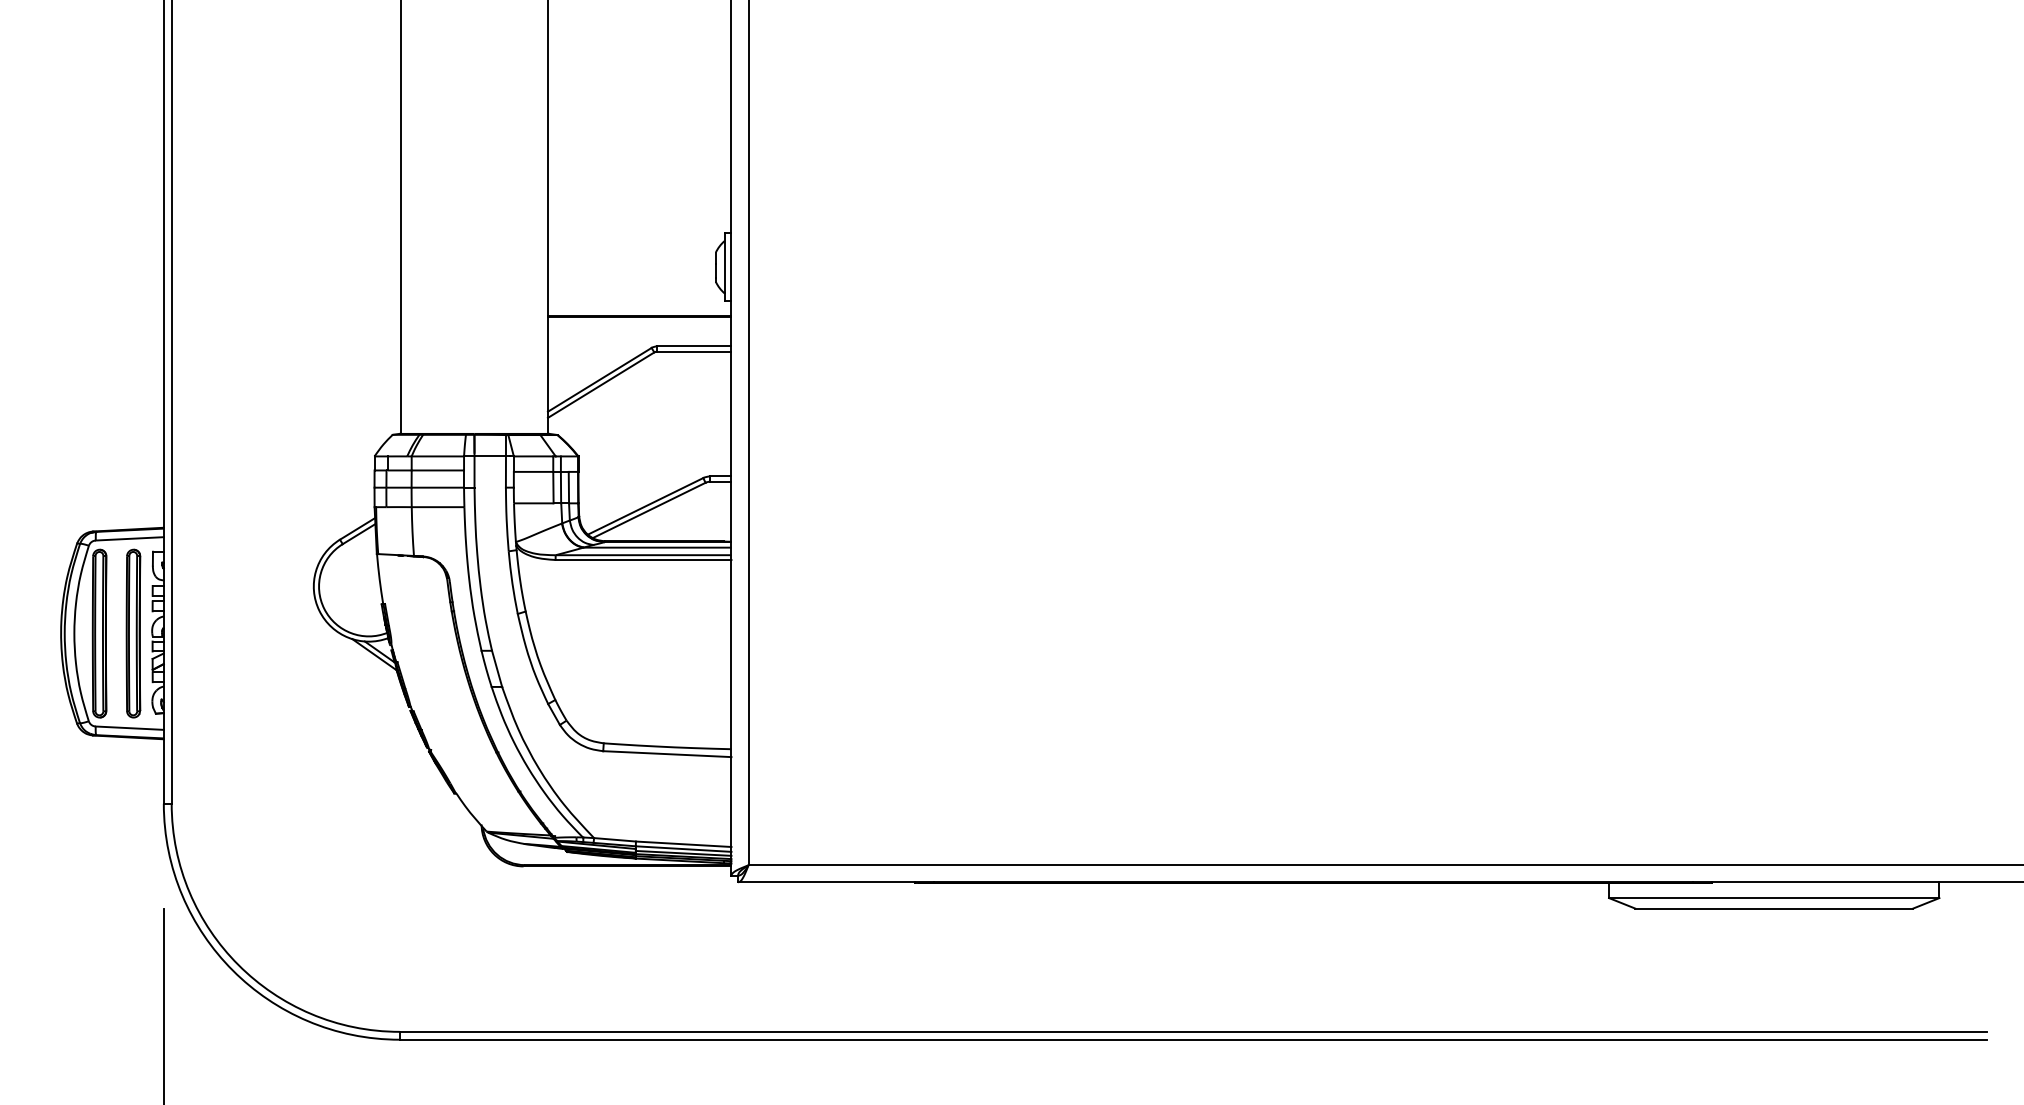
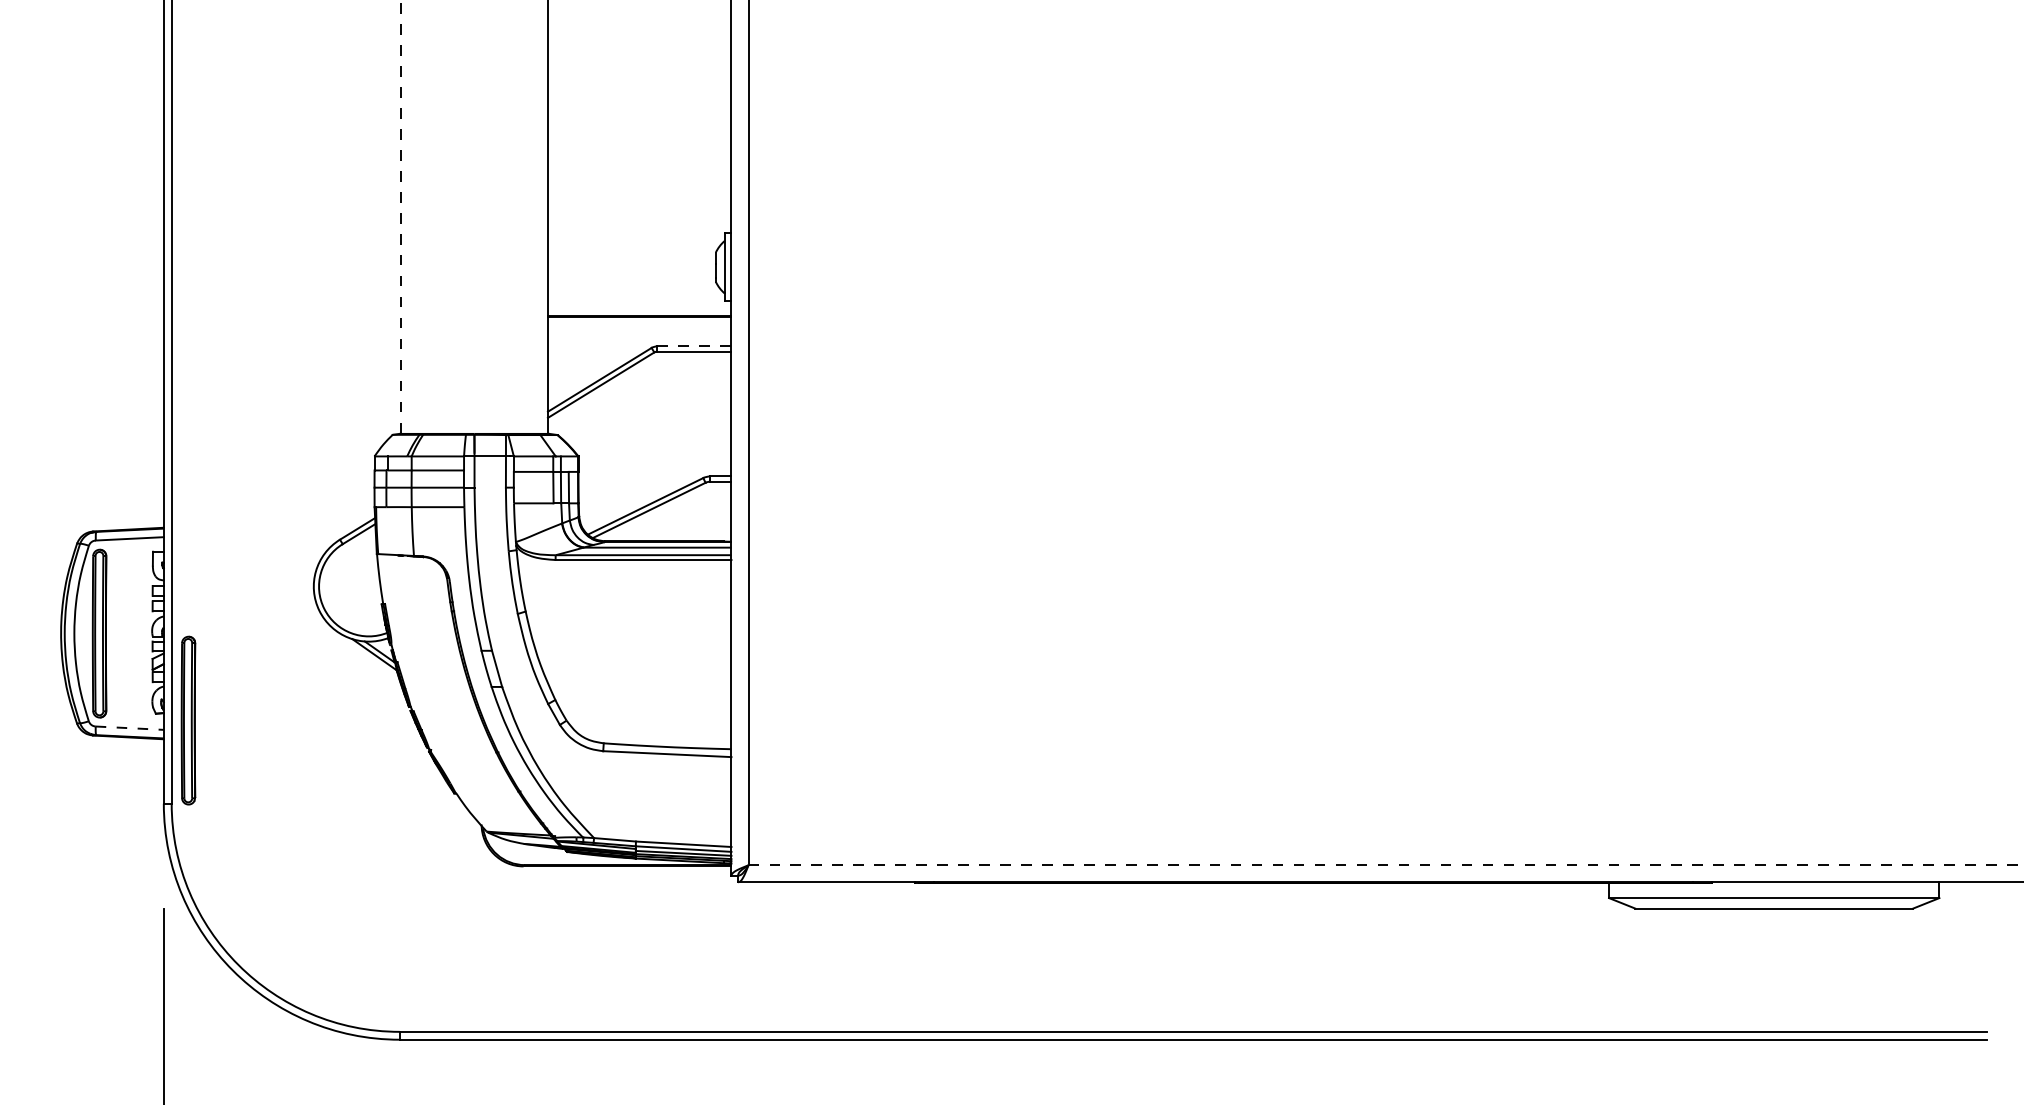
line at (401, 217): solid -> dashed
line at (694, 346): solid -> dashed
part at (133, 633) position: (133, 633) -> (188, 720)
line at (130, 728): solid -> dashed
line at (1386, 865): solid -> dashed
